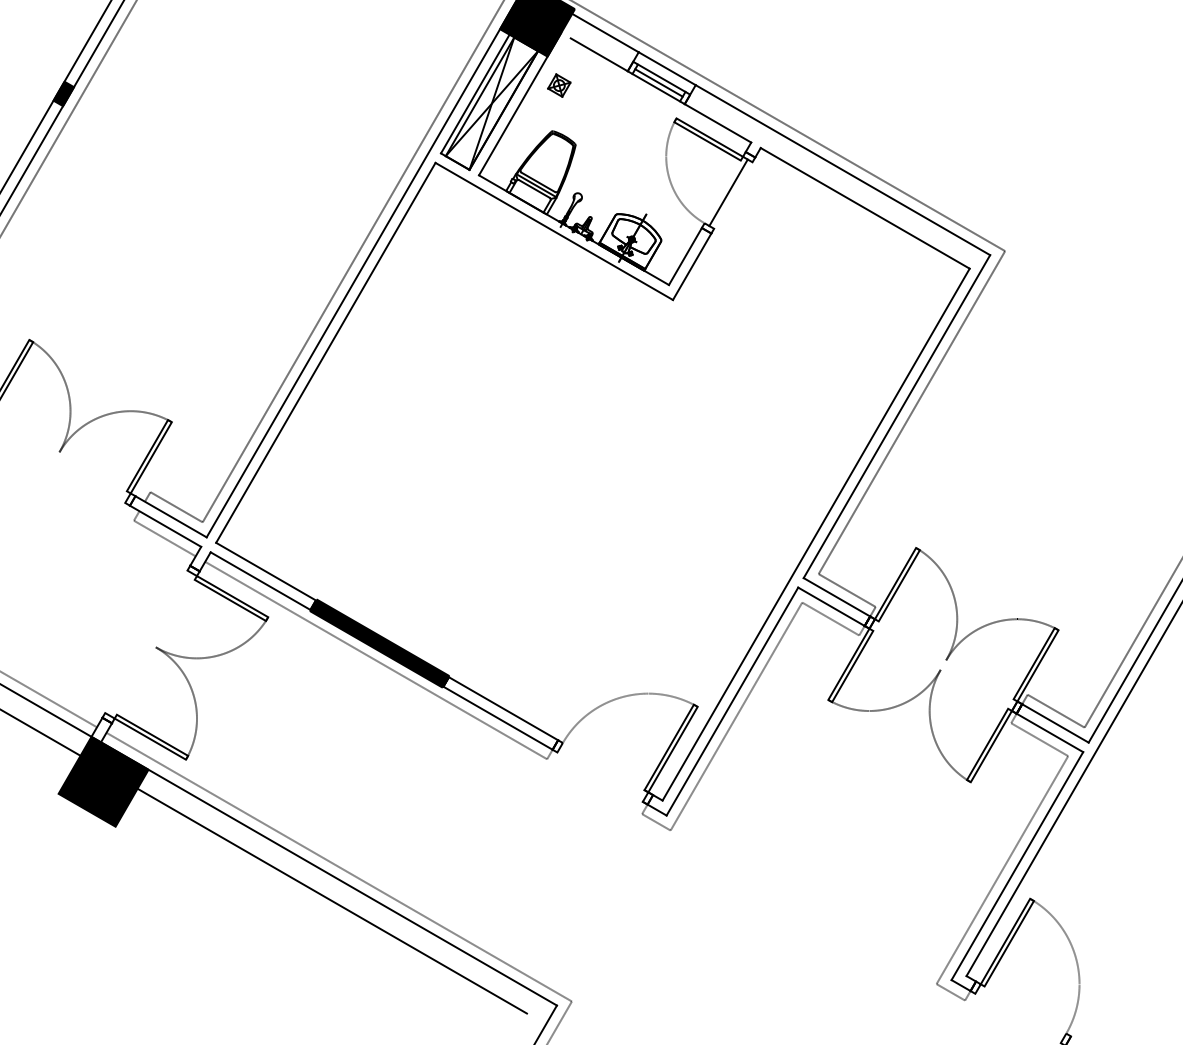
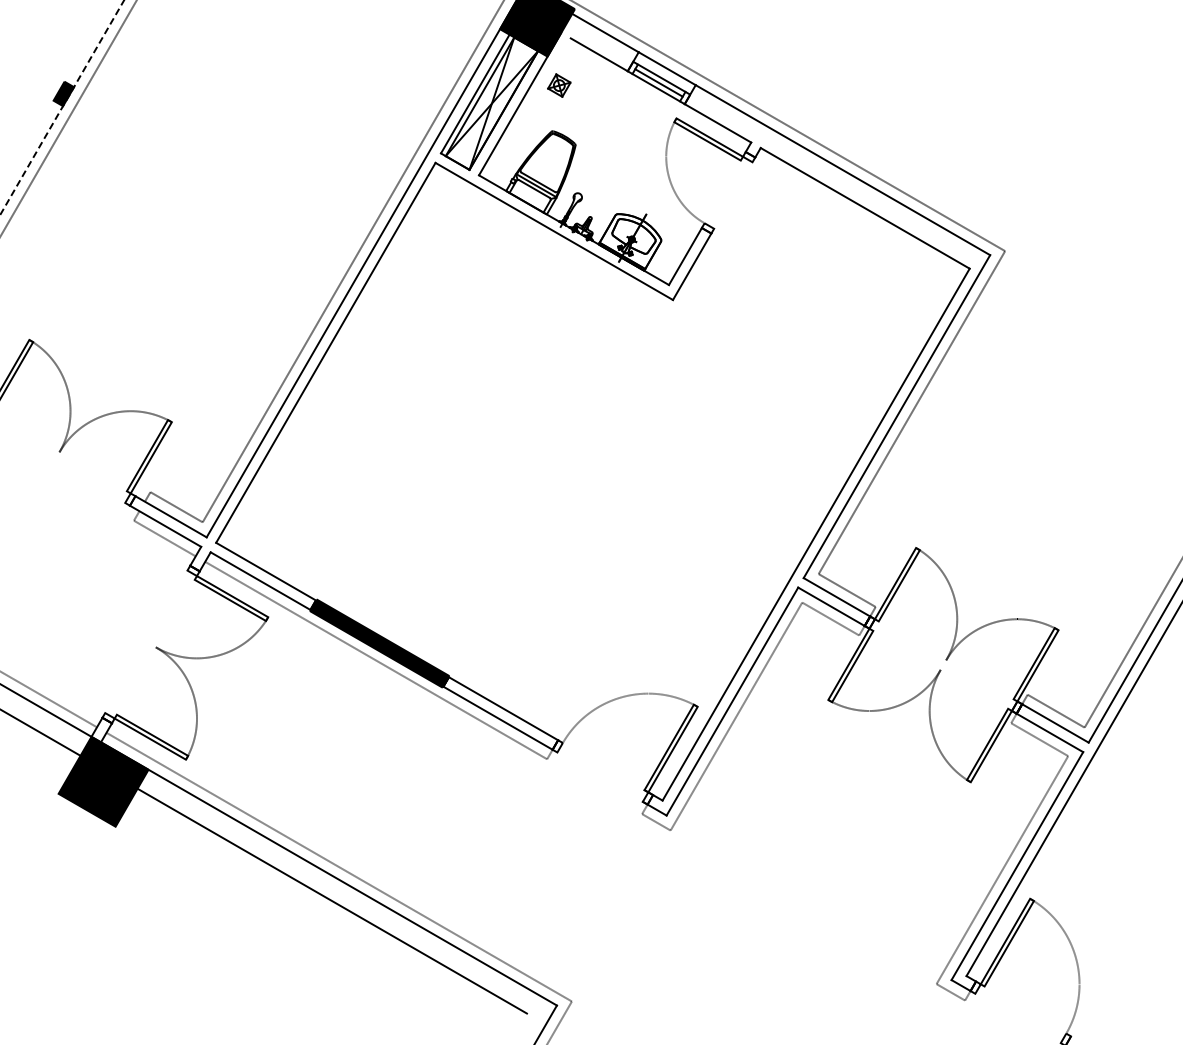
line at (56, 95): present -> none
line at (62, 107): solid -> dashed
line at (728, 192): present -> none
